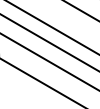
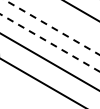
line at (51, 27): solid -> dashed
line at (49, 42): solid -> dashed
